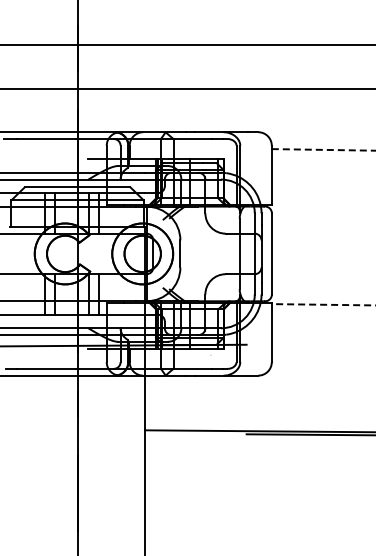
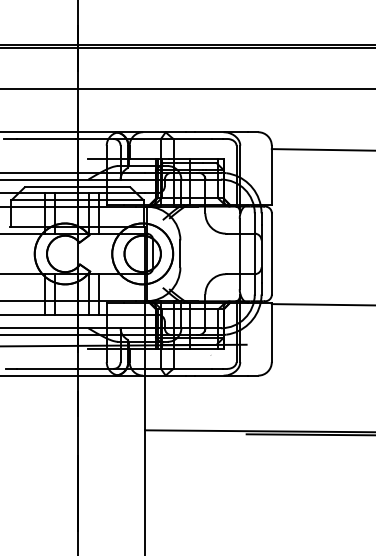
line at (187, 48): none -> present
line at (323, 149): dashed -> solid
line at (323, 304): dashed -> solid
